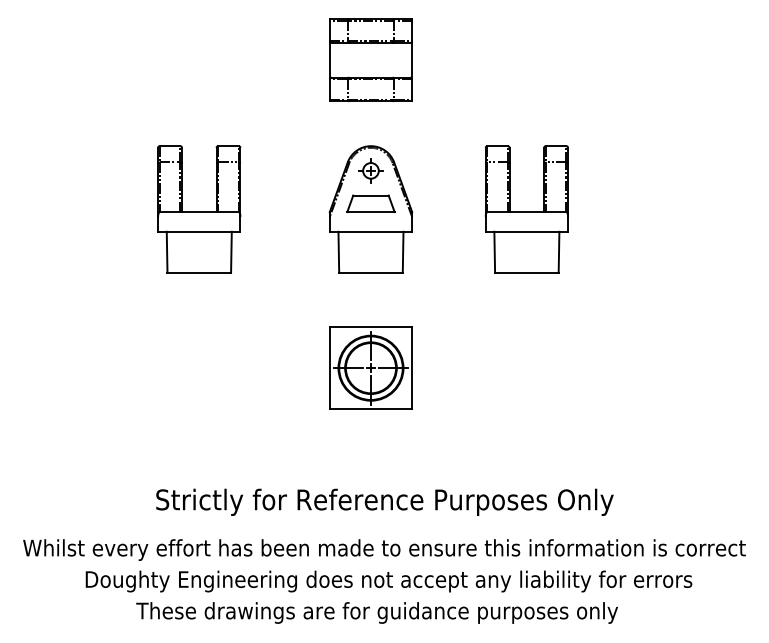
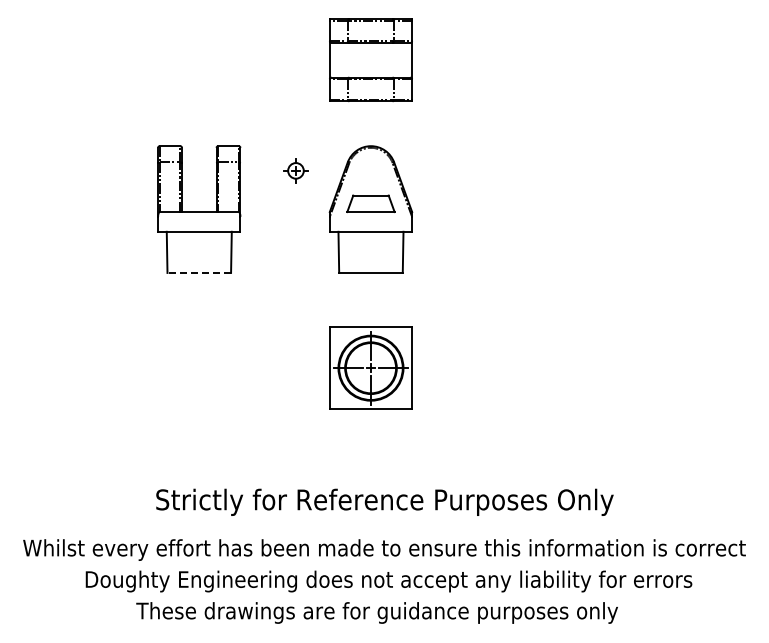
part at (370, 170) position: (370, 170) -> (295, 170)
part at (526, 209): present -> none
line at (199, 272): solid -> dashed
